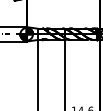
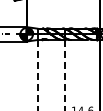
line at (37, 75): solid -> dashed
line at (65, 75): solid -> dashed
